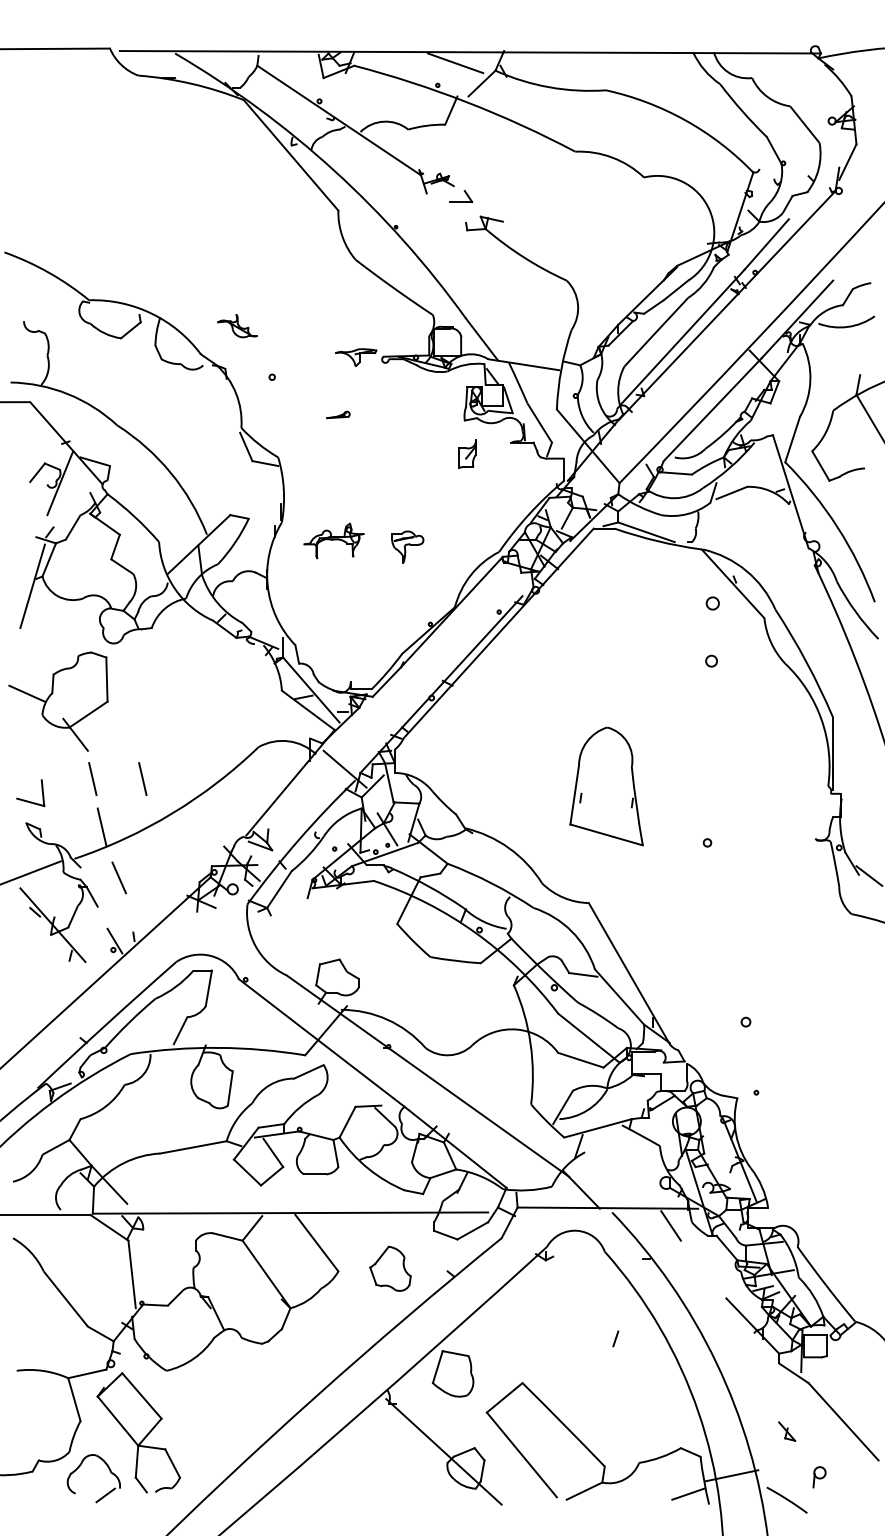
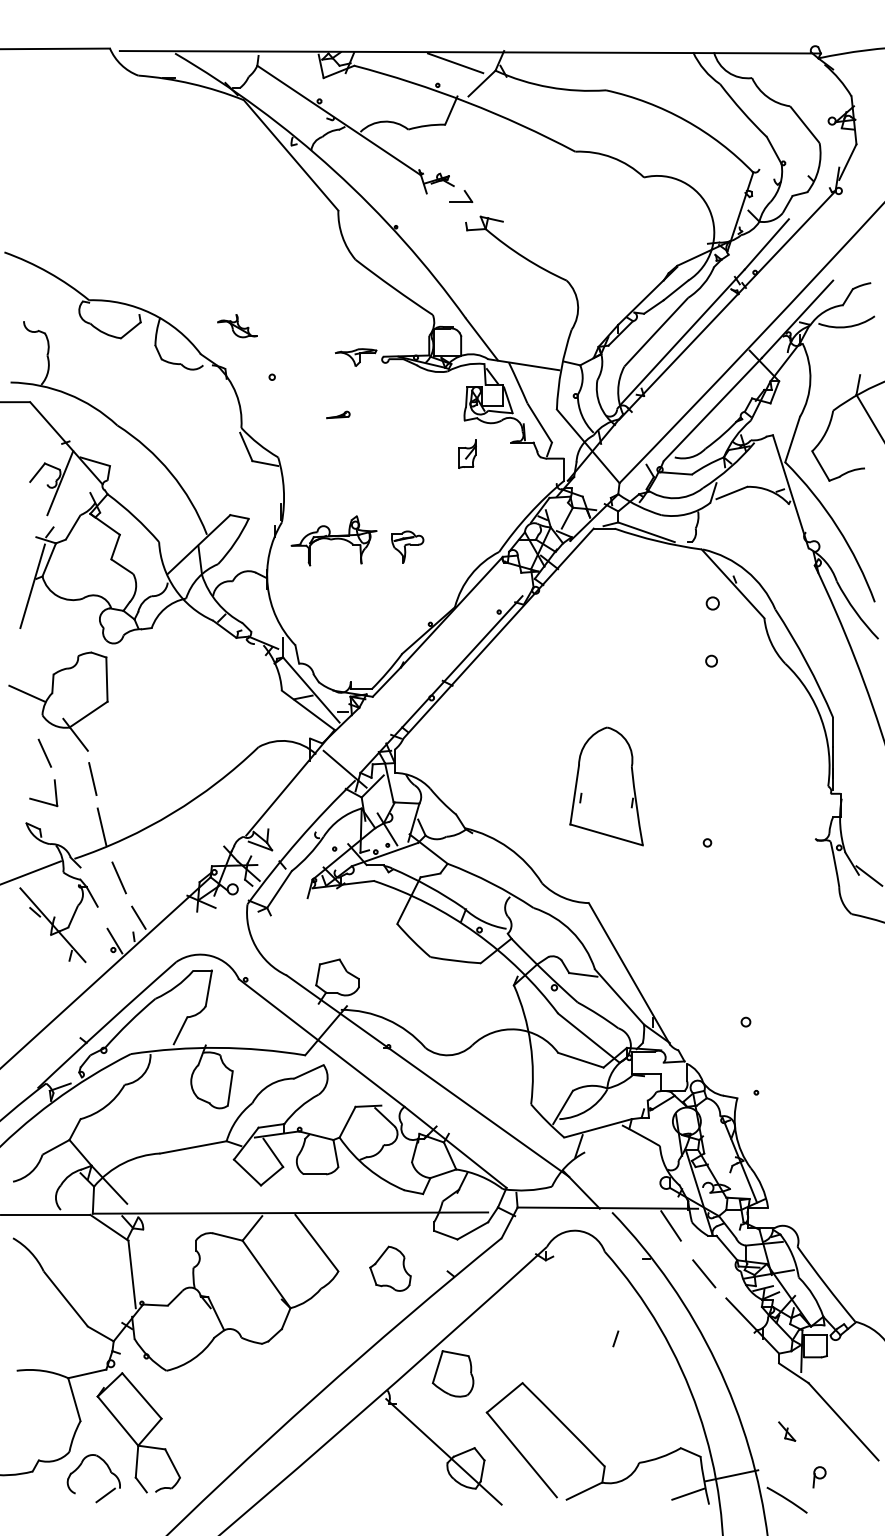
part at (333, 540) size: 62x37 px -> 88x52 px
line at (44, 752): none -> present
line at (142, 778): present -> none
part at (28, 800) position: (28, 800) -> (41, 800)
line at (138, 917): none -> present
line at (704, 1273): none -> present
